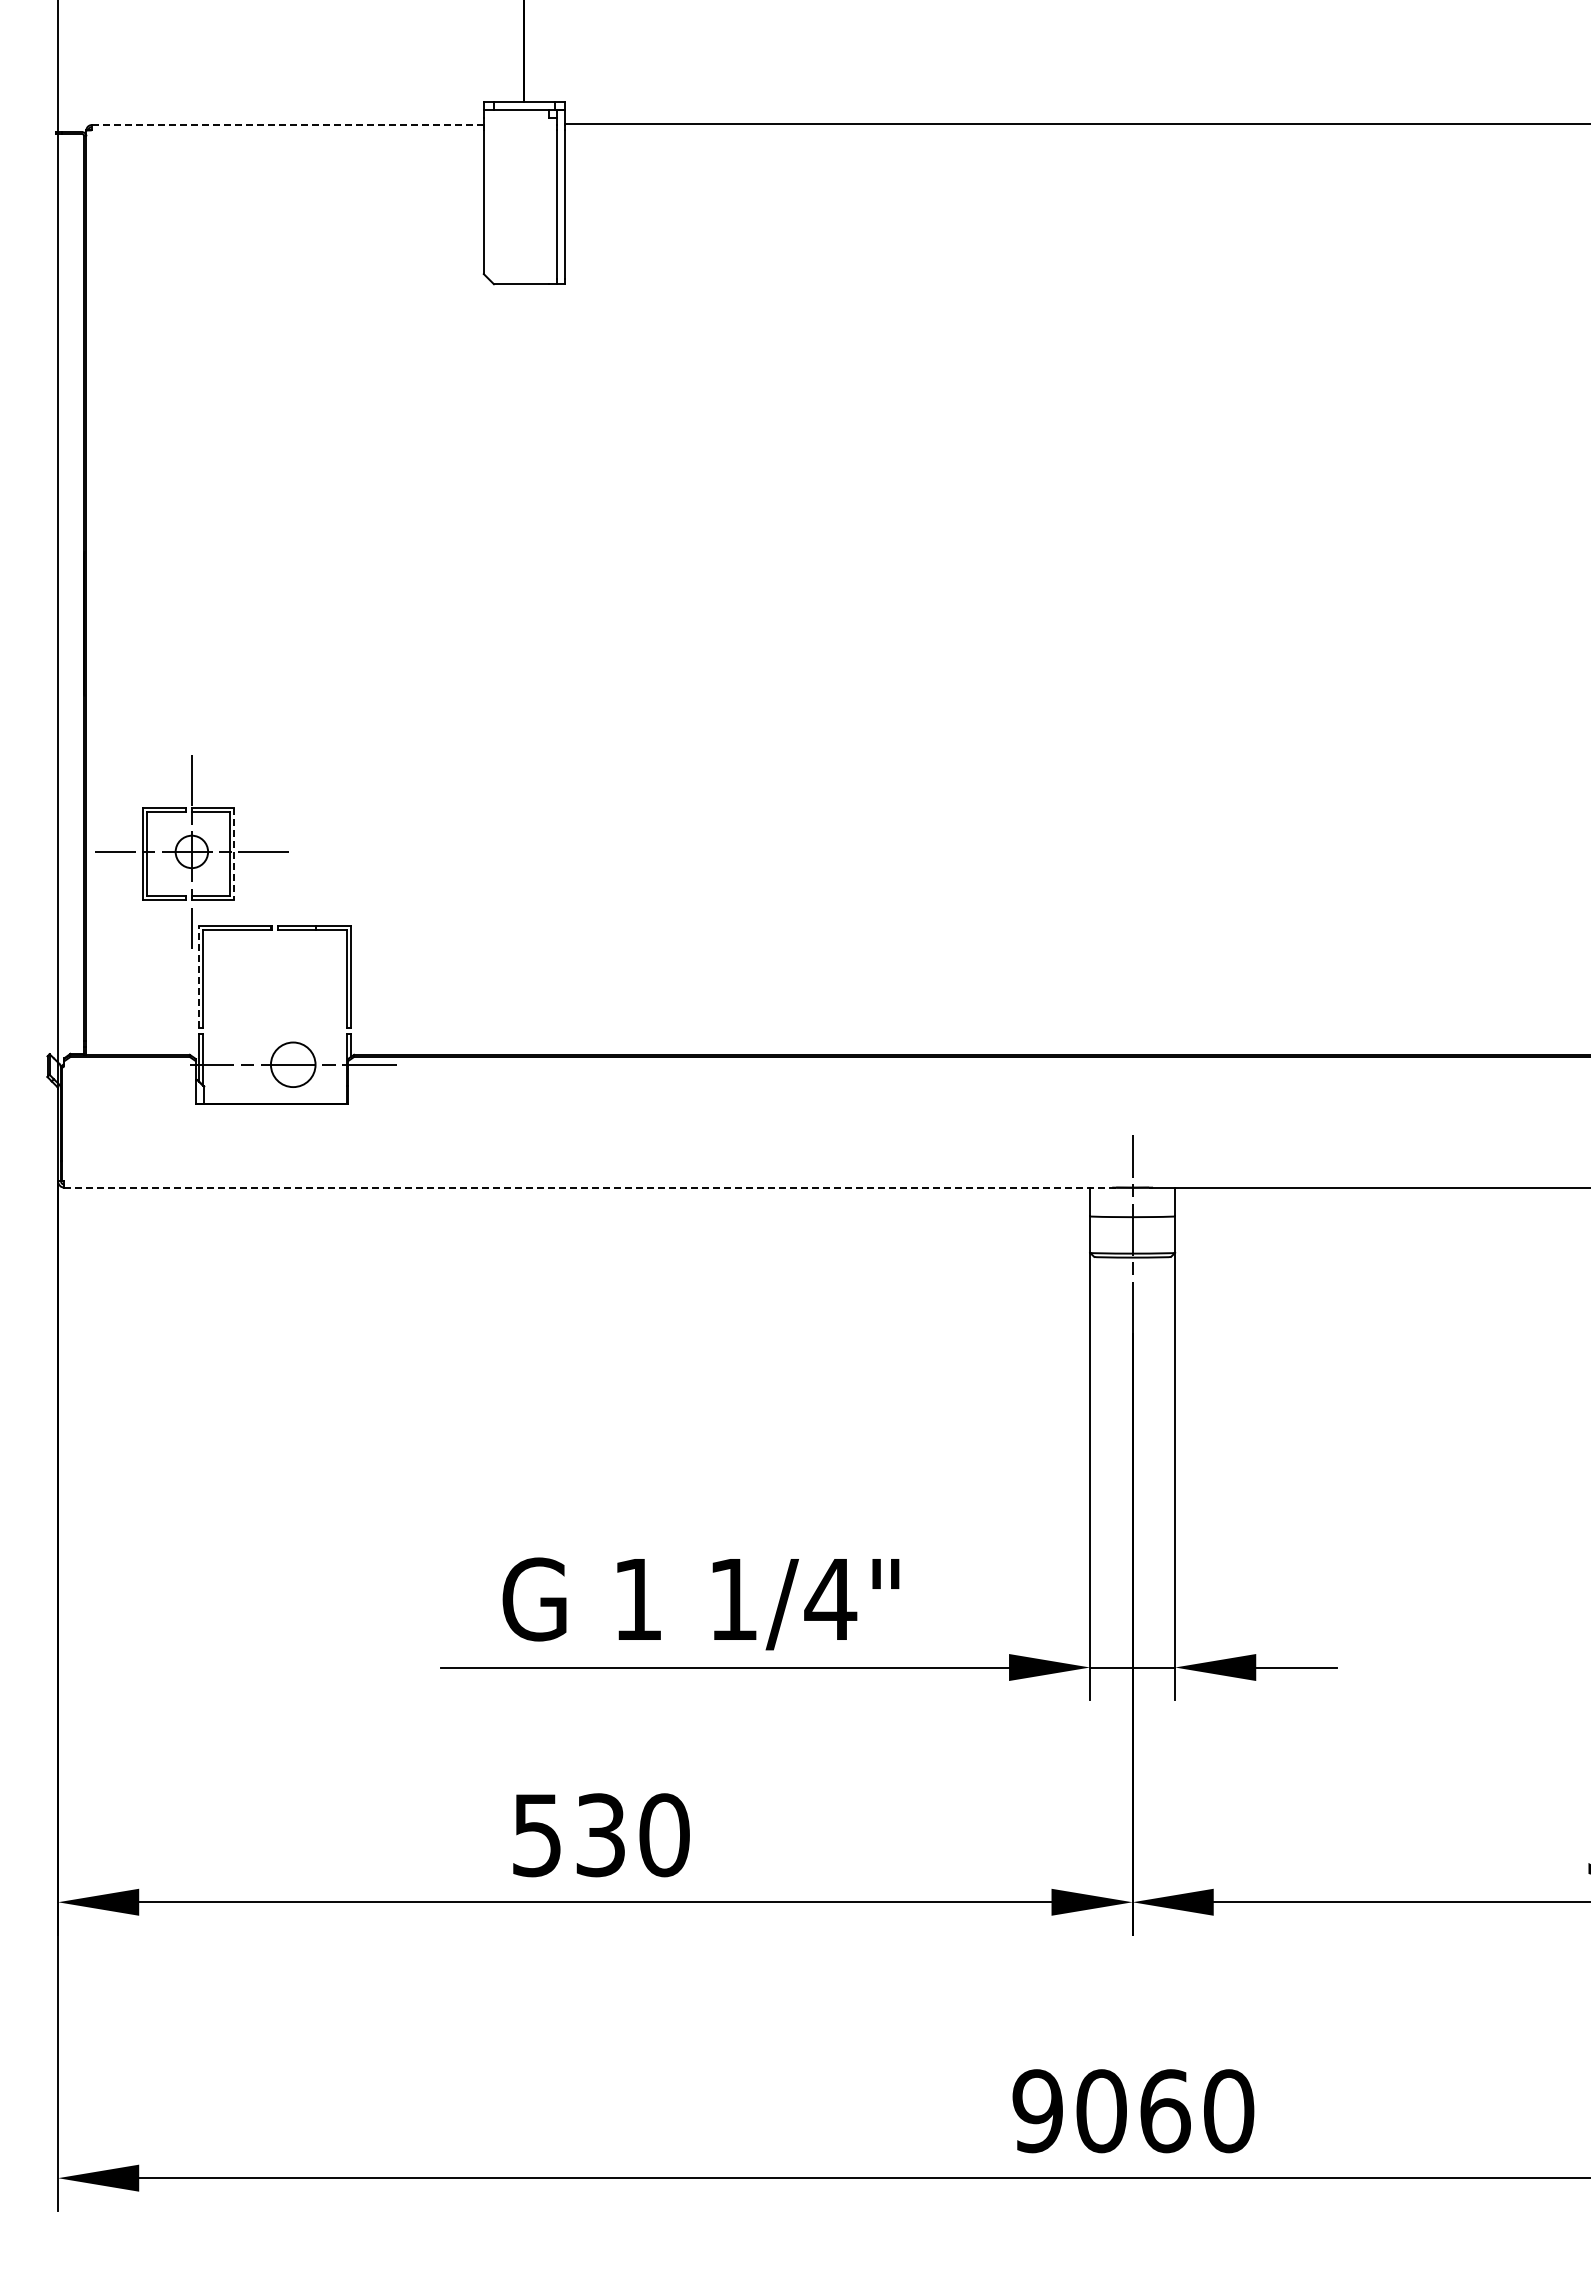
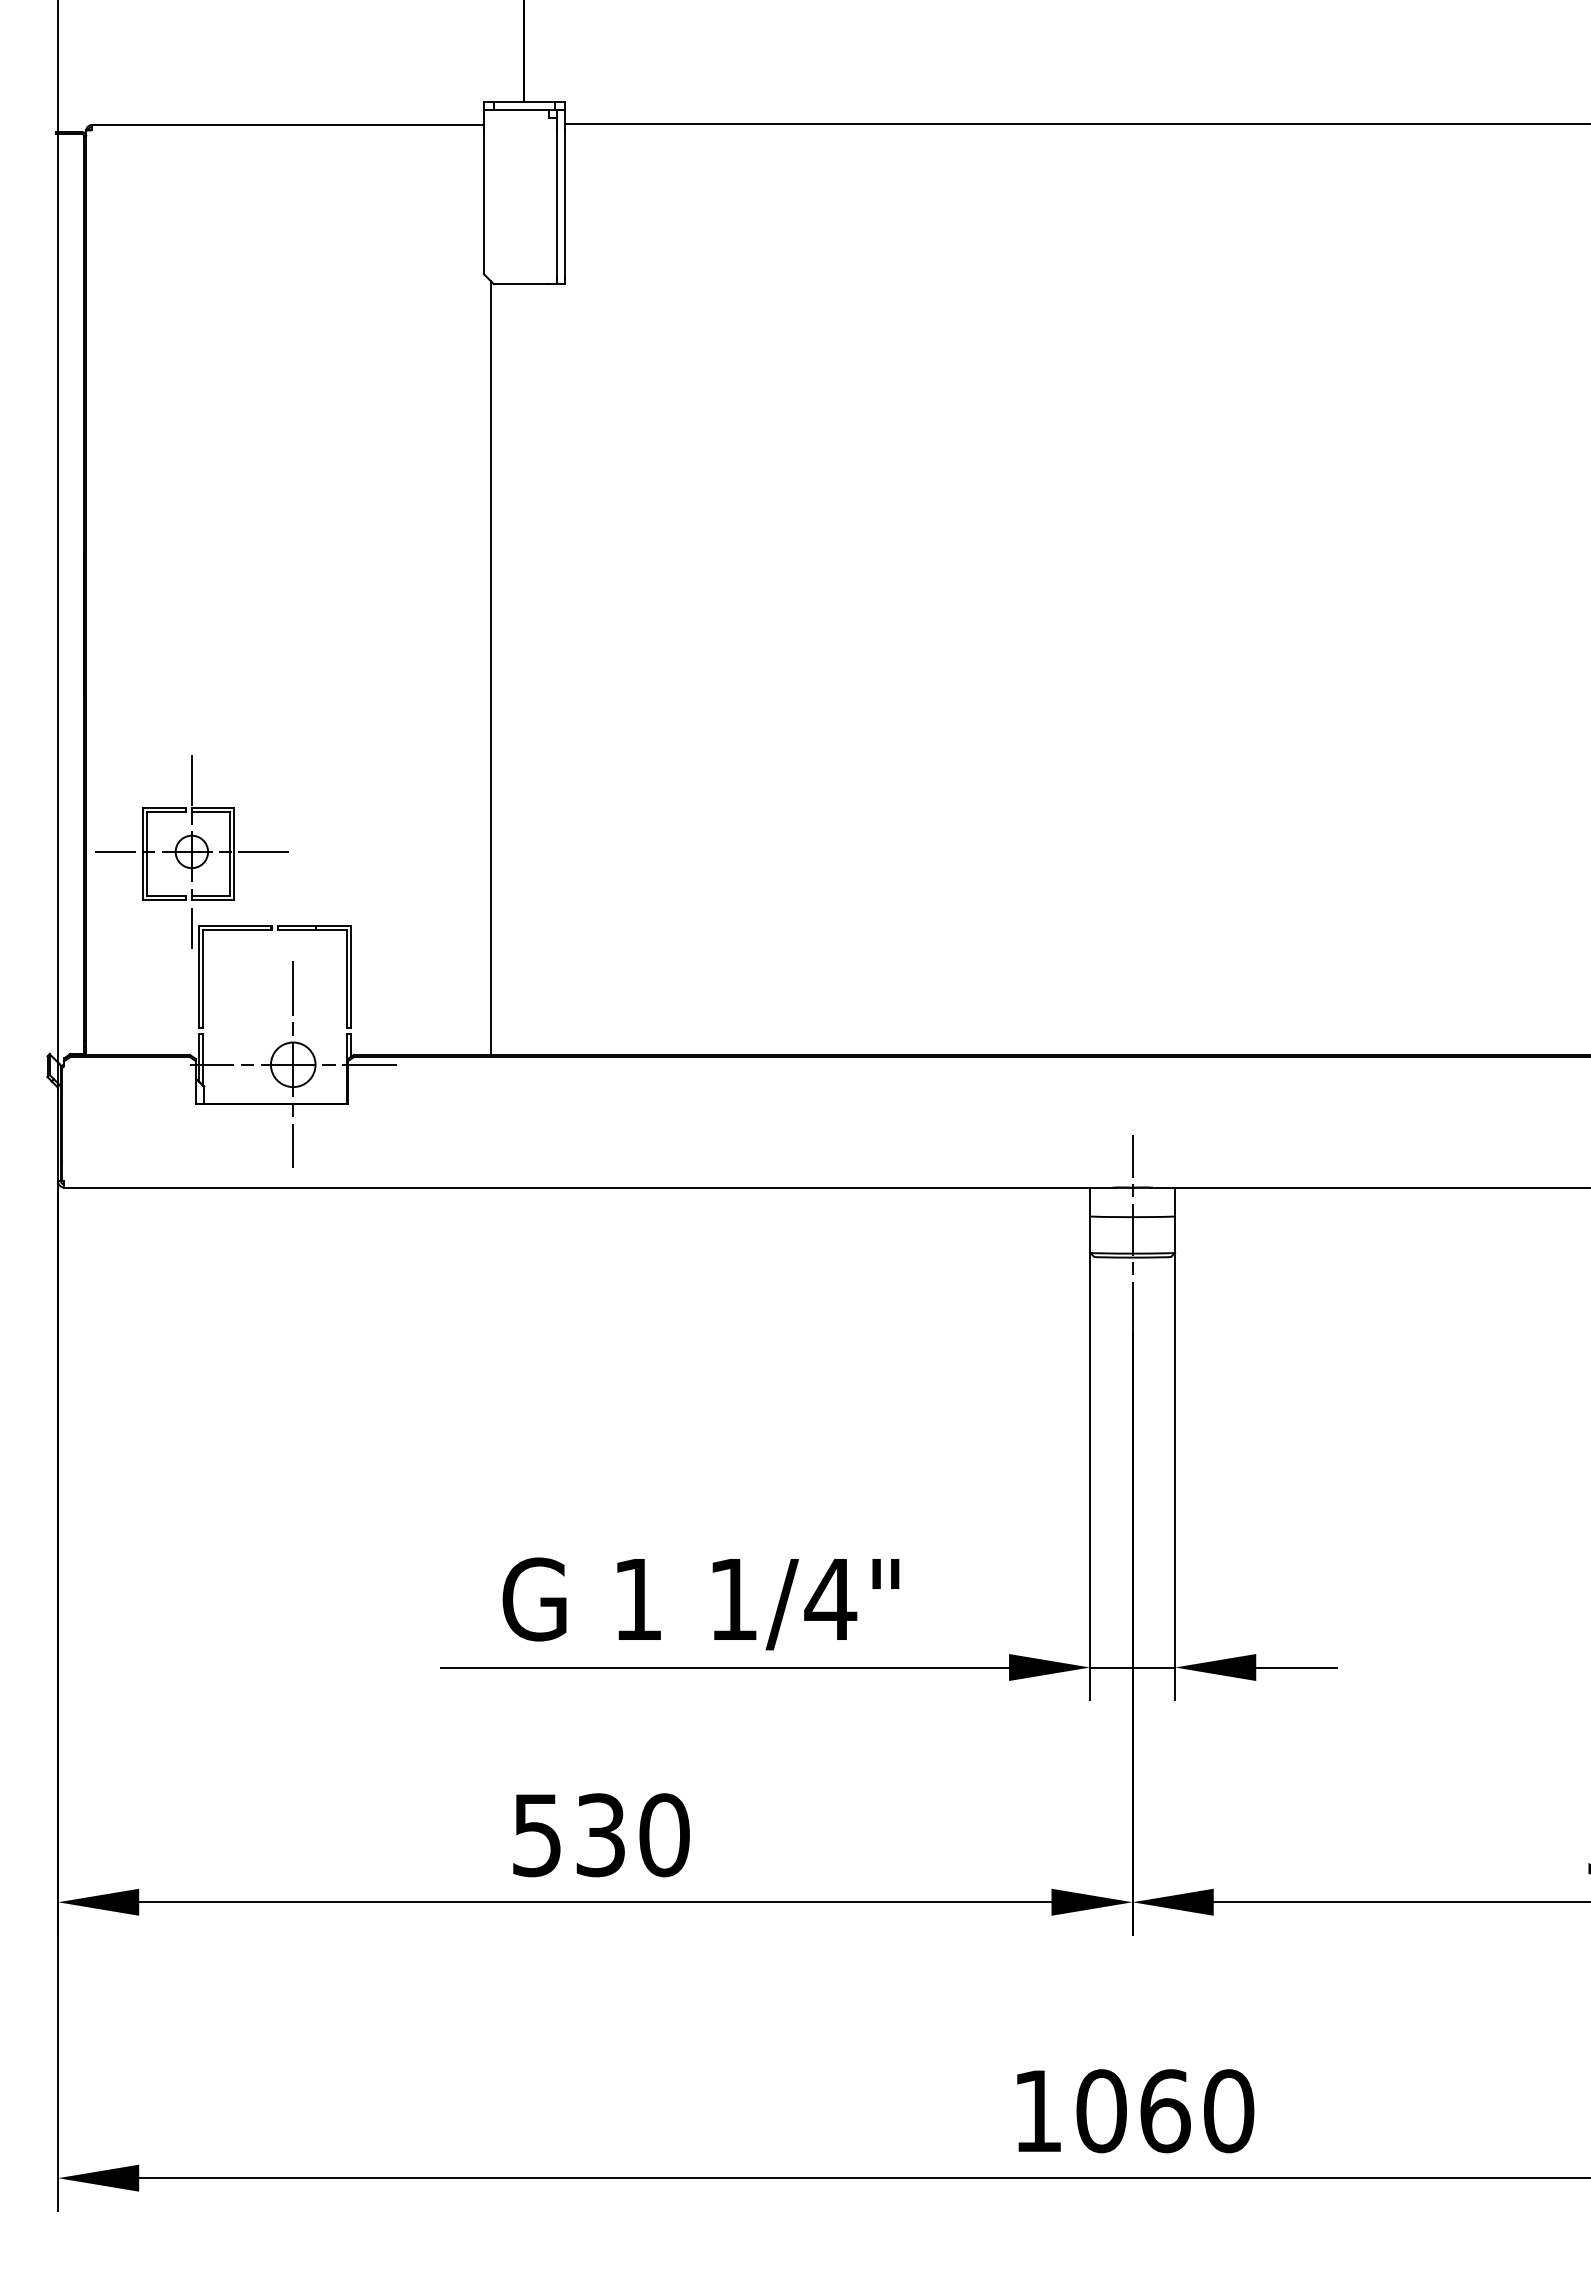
line at (287, 125): dashed -> solid
line at (490, 667): none -> present
line at (234, 853): dashed -> solid
line at (198, 976): dashed -> solid
line at (293, 1064): none -> present
line at (590, 1187): dashed -> solid
text at (1037, 2111): 9060 -> 1060
